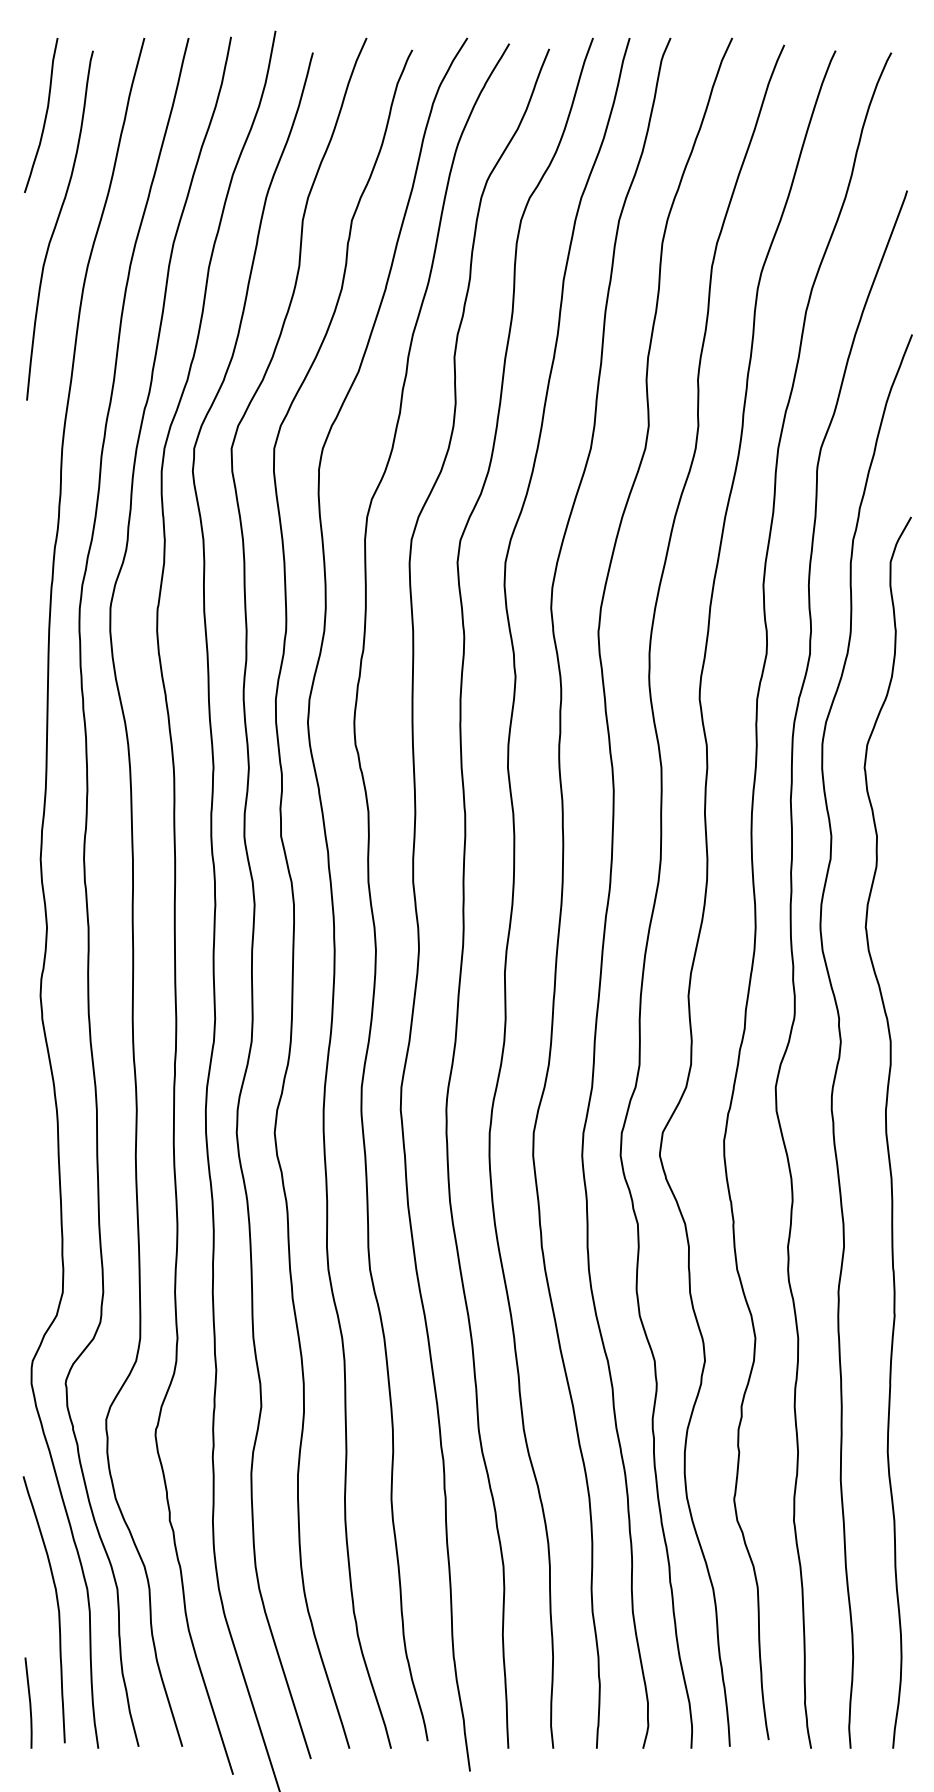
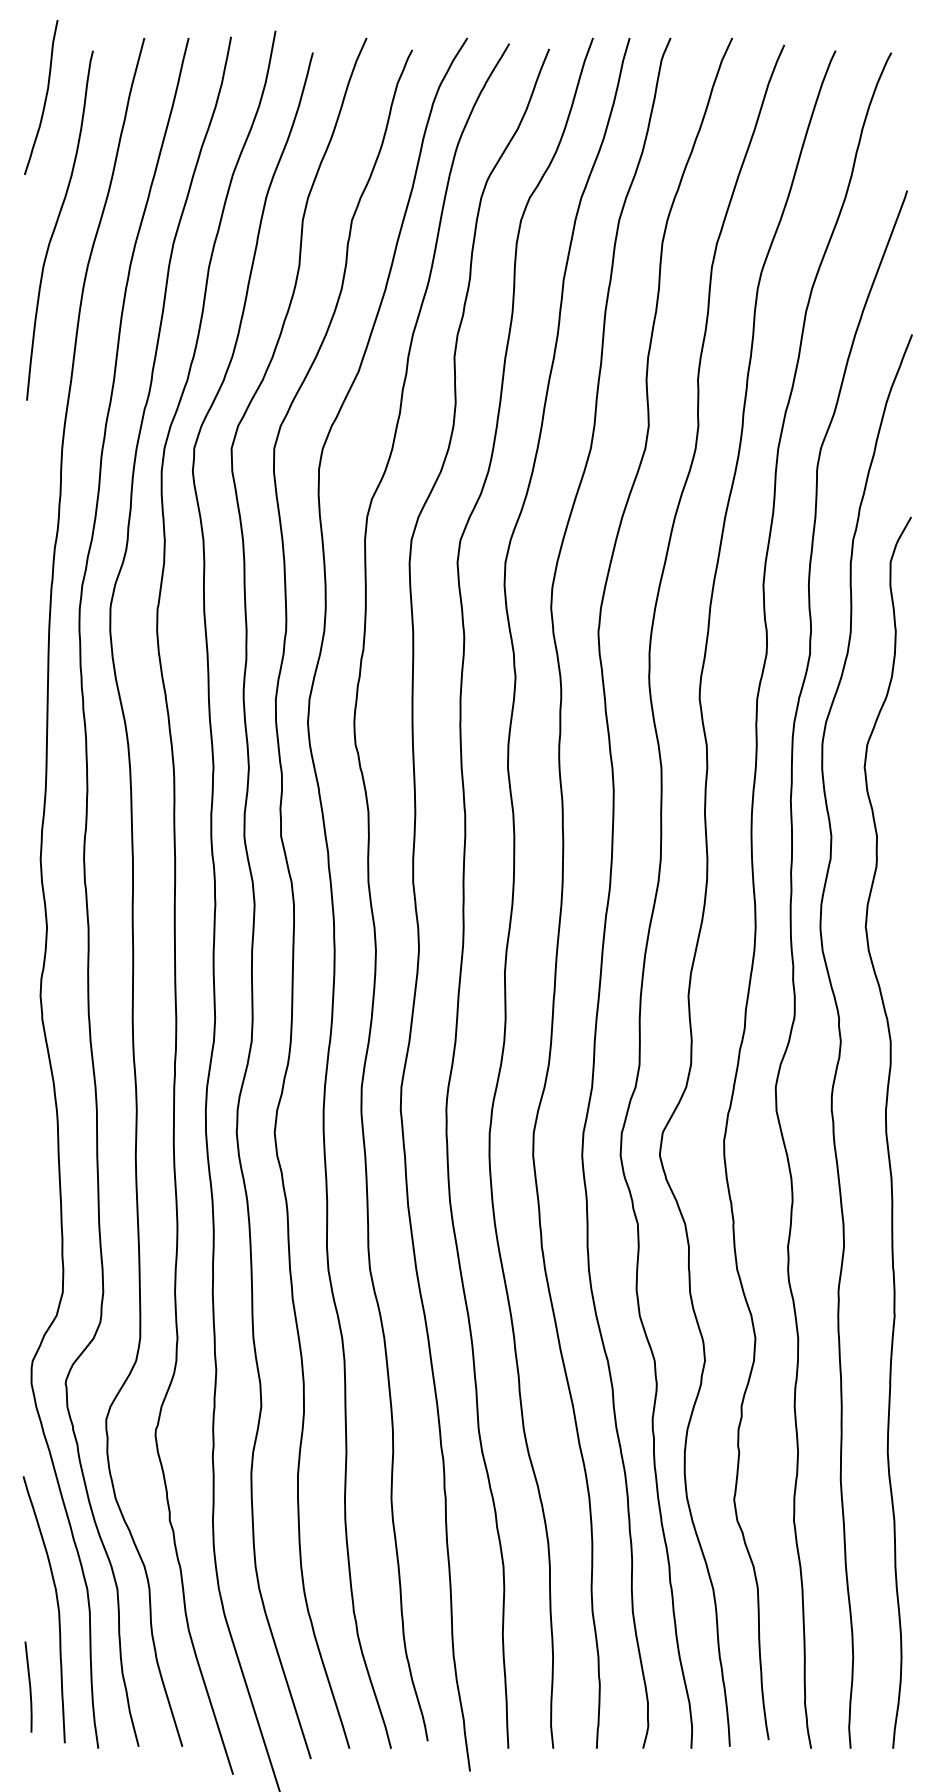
curve at (44, 117) position: (44, 117) -> (44, 99)
line at (29, 1702) position: (29, 1702) -> (29, 1686)
